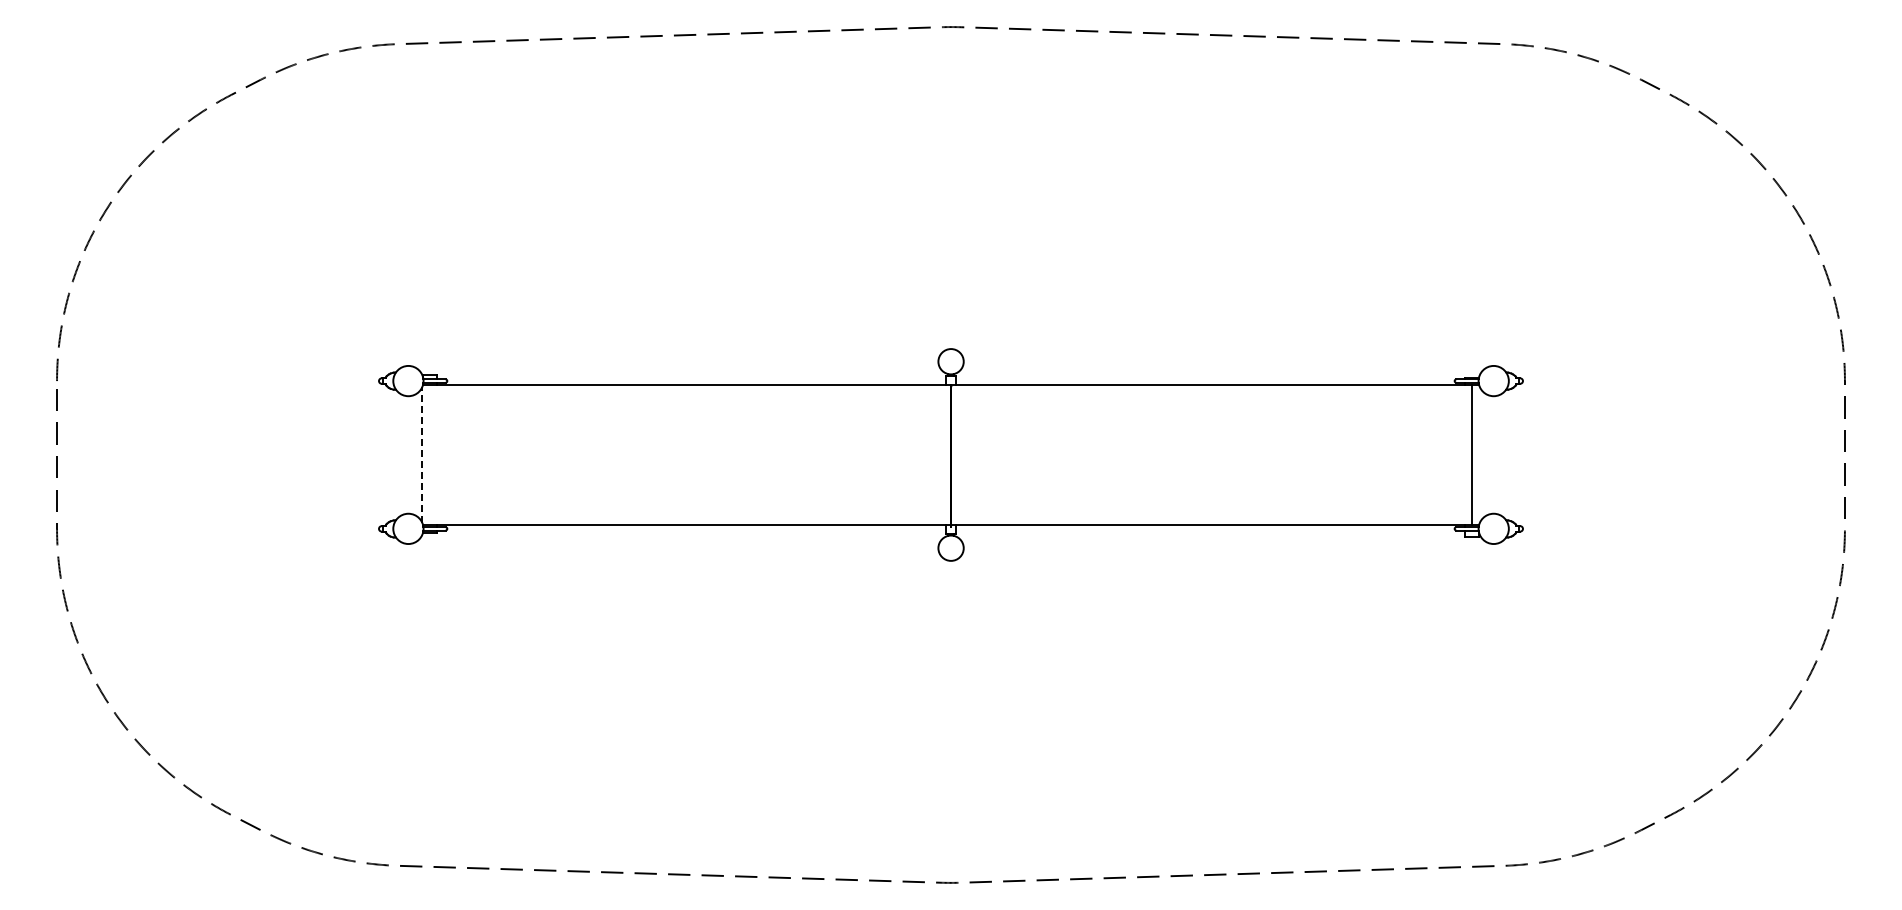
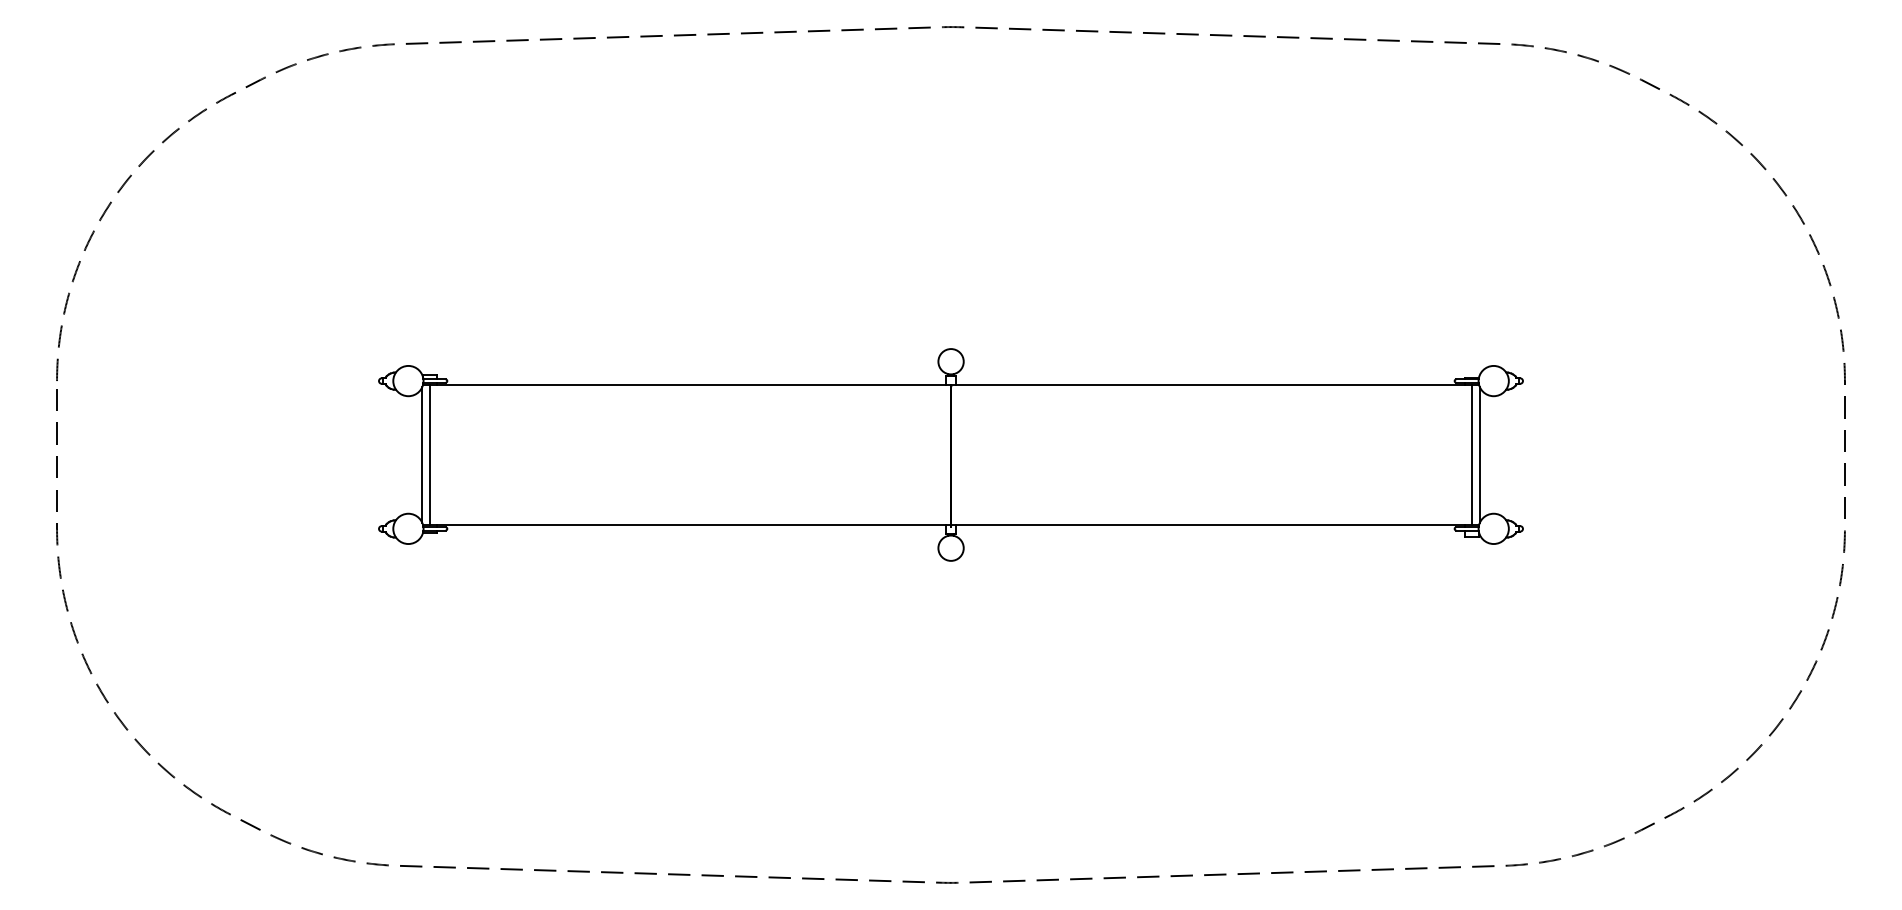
line at (422, 454): dashed -> solid
line at (430, 454): none -> present
line at (1479, 454): none -> present
